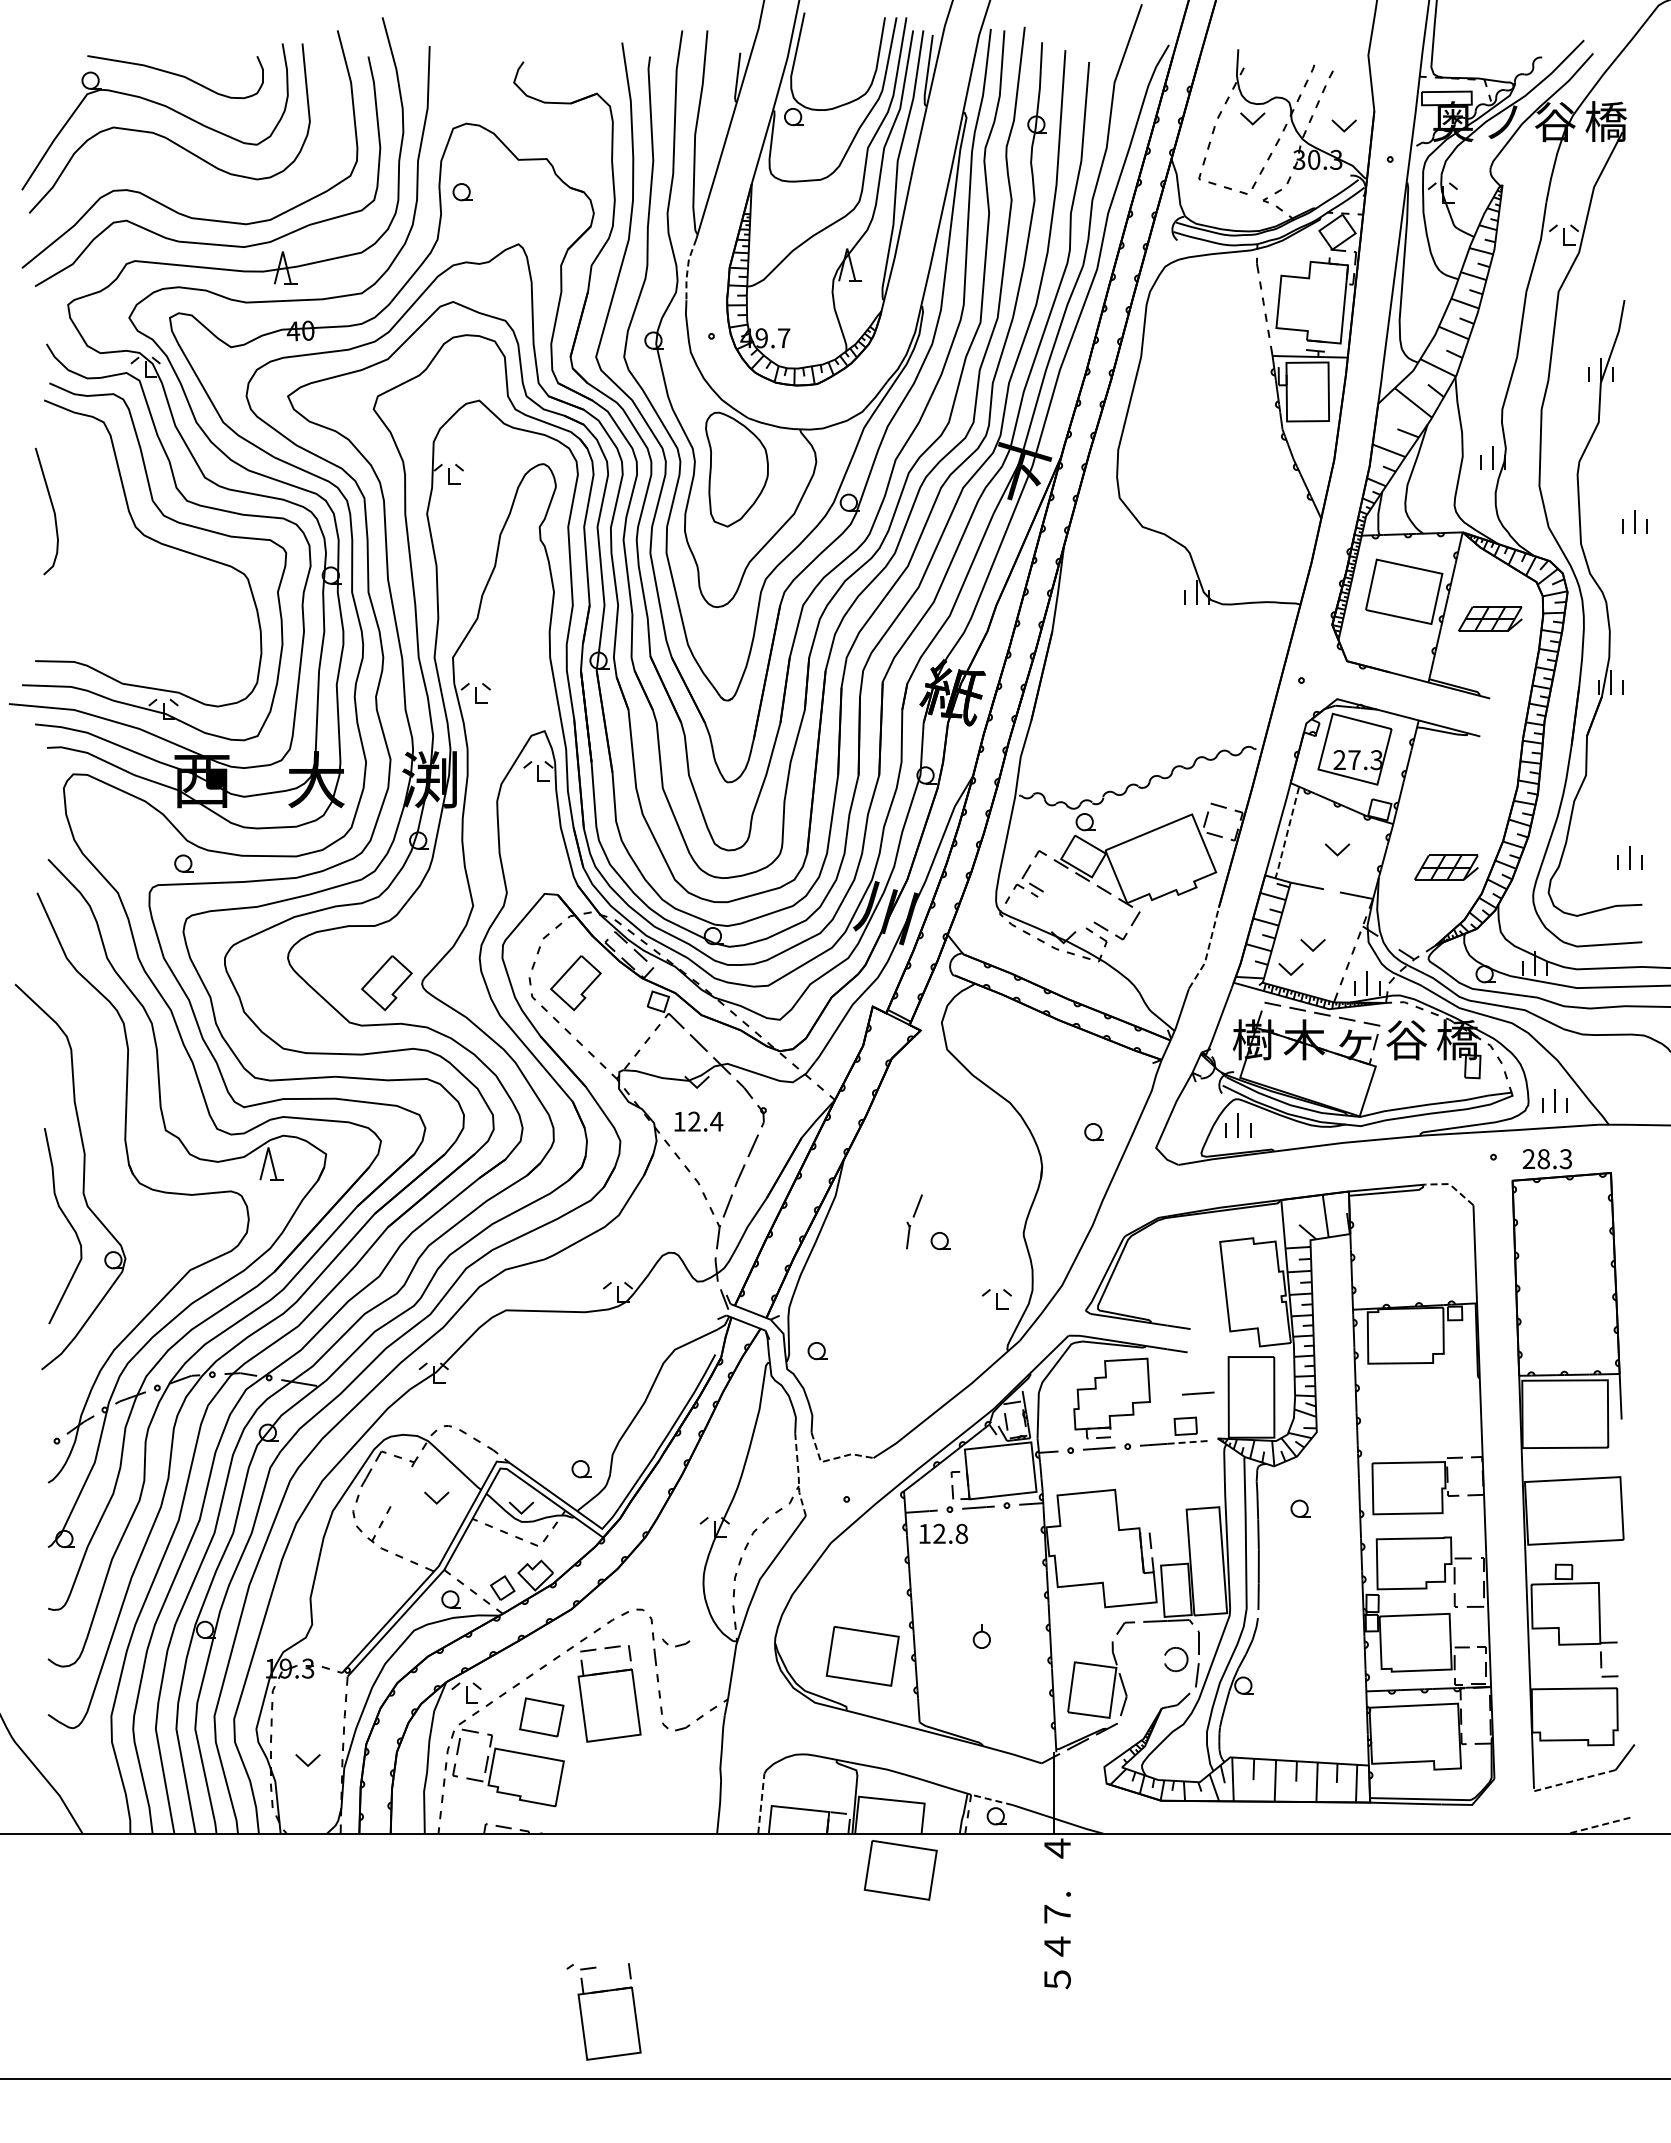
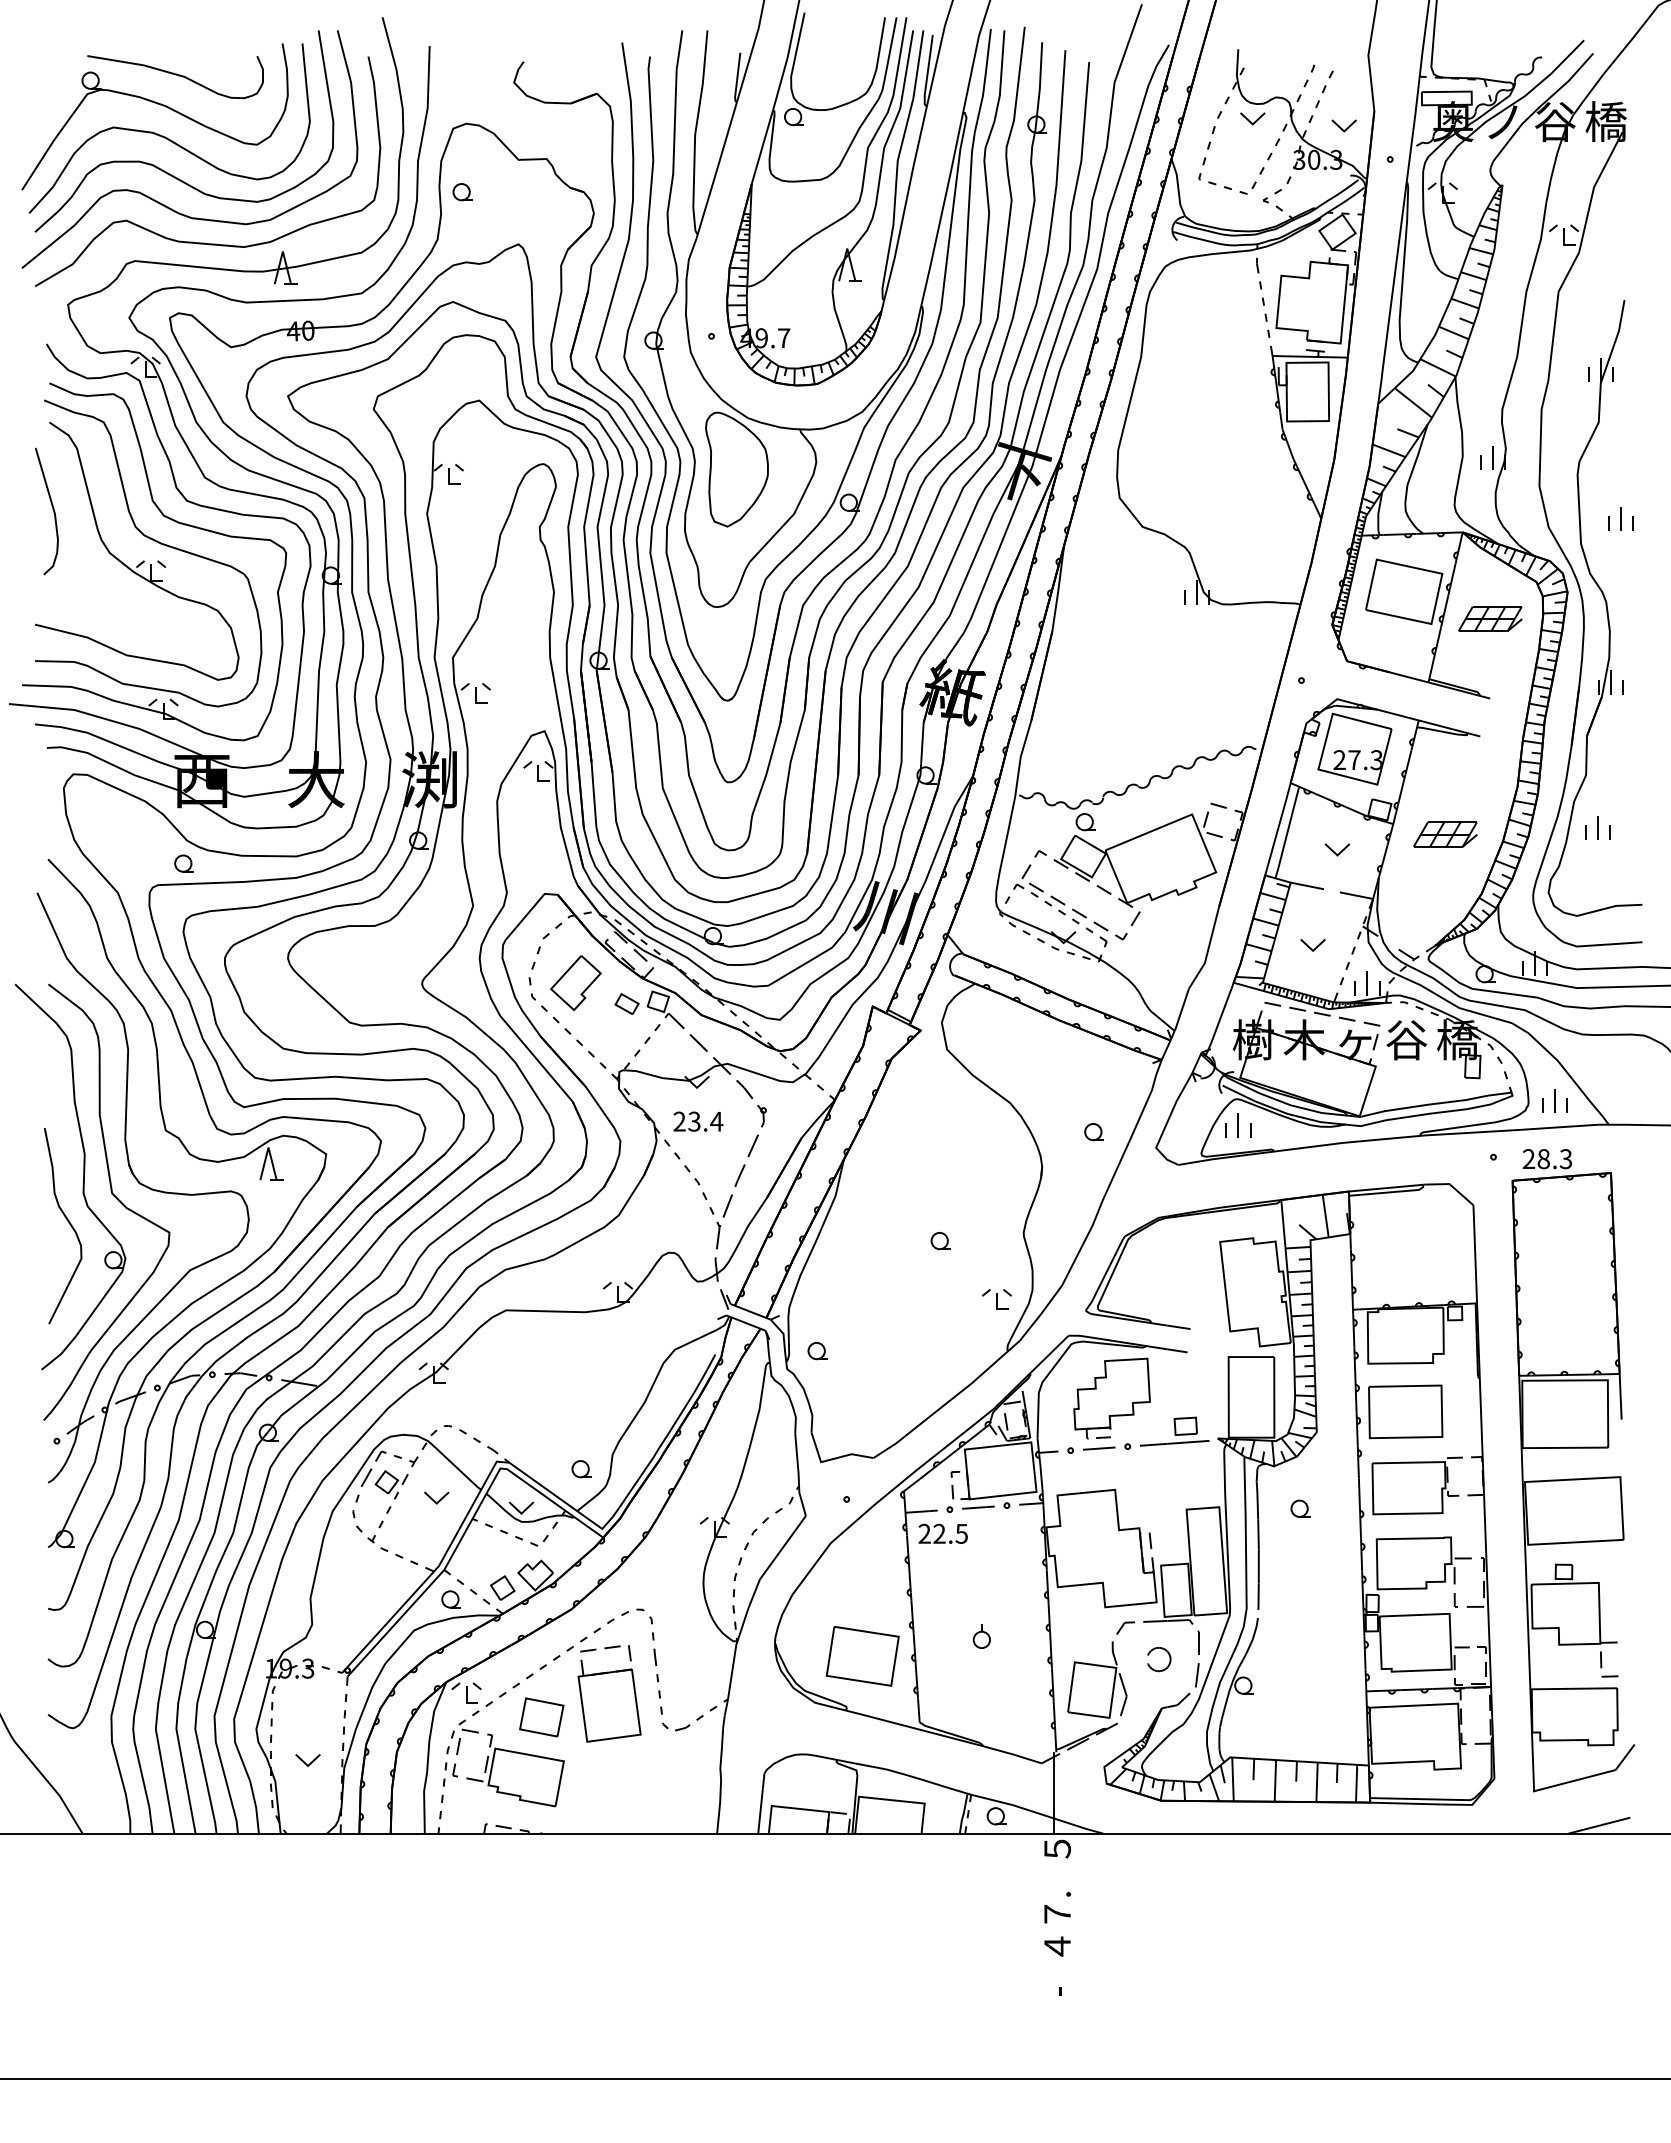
curve at (161, 168): none -> present
line at (687, 269): dashed -> solid
part at (1634, 521) position: (1634, 521) -> (1620, 518)
part at (143, 560): none -> present
line at (1287, 833): dashed -> solid
part at (1629, 857) position: (1629, 857) -> (1597, 827)
part at (1446, 867) position: (1446, 867) -> (1445, 834)
part at (1065, 909): none -> present
line at (1208, 949): dashed -> solid
part at (1290, 969): present -> none
part at (386, 983): present -> none
part at (626, 1003): none -> present
text at (686, 1121): 12.4 -> 23.4
line at (1452, 1186): dashed -> solid
curve at (112, 1195): none -> present
part at (914, 1221): present -> none
line at (1198, 1393): present -> none
part at (1405, 1411): none -> present
line at (1188, 1442): dashed -> solid
line at (832, 1459): dashed -> solid
line at (798, 1474): dashed -> solid
part at (391, 1484): none -> present
text at (942, 1533): 12.8 -> 22.5
part at (676, 1642): present -> none
part at (1185, 1655) position: (1185, 1655) -> (1168, 1655)
line at (1572, 1781): dashed -> solid
line at (992, 1799): dashed -> solid
line at (761, 1803): dashed -> solid
line at (1598, 1825): dashed -> solid
text at (1057, 1848): ４ -> ５
part at (900, 1870): present -> none
text at (1057, 1982): ５ -> -
part at (603, 2011): present -> none
